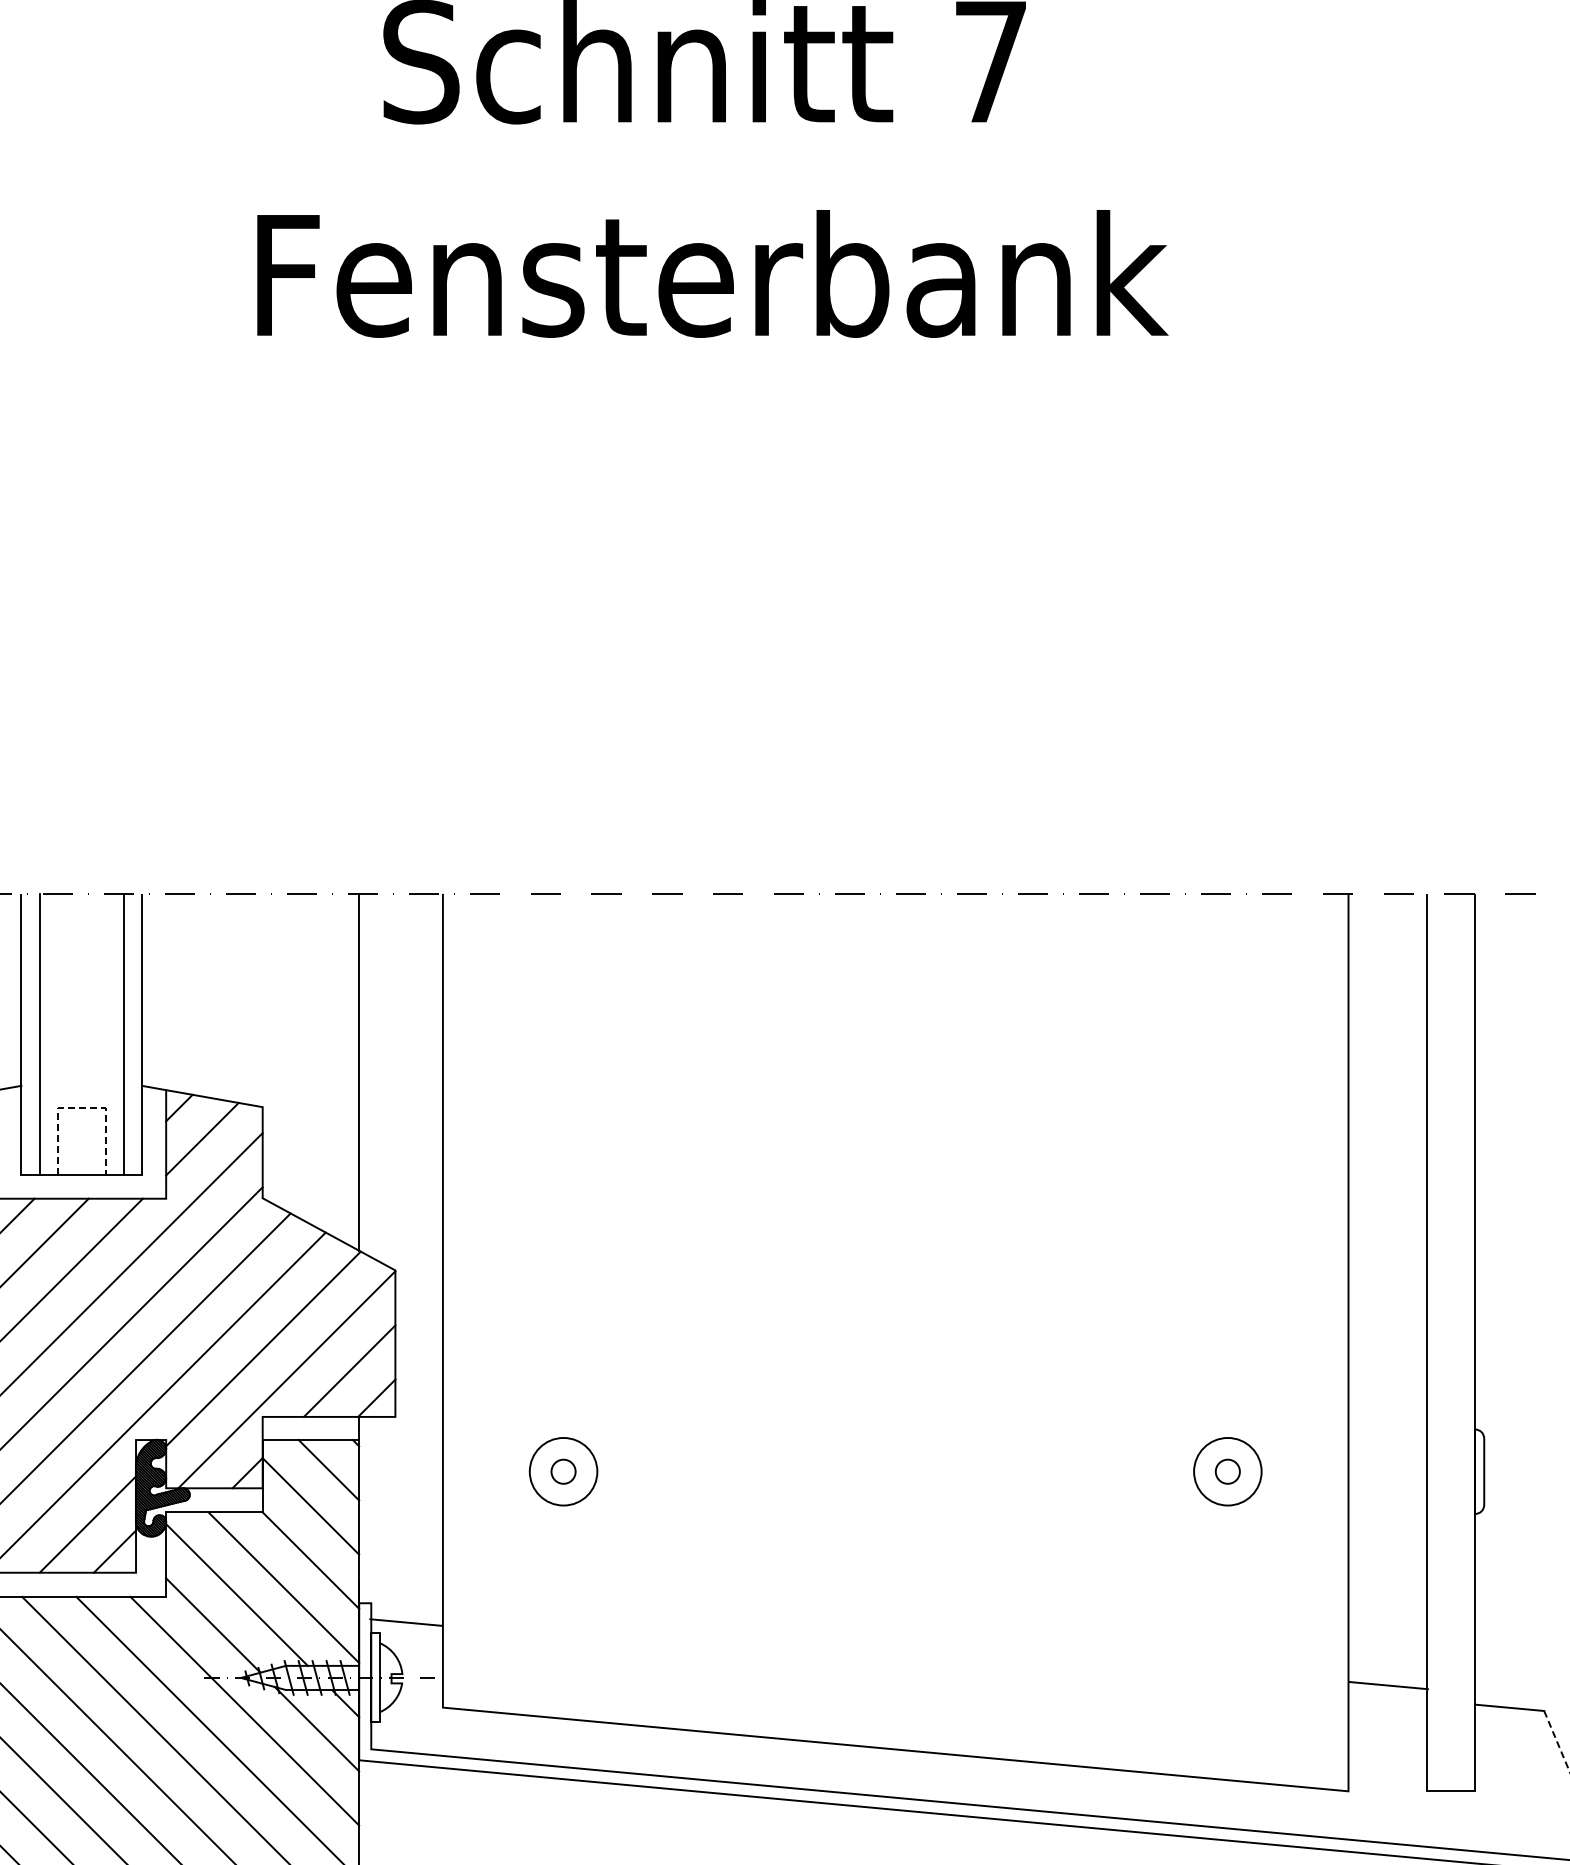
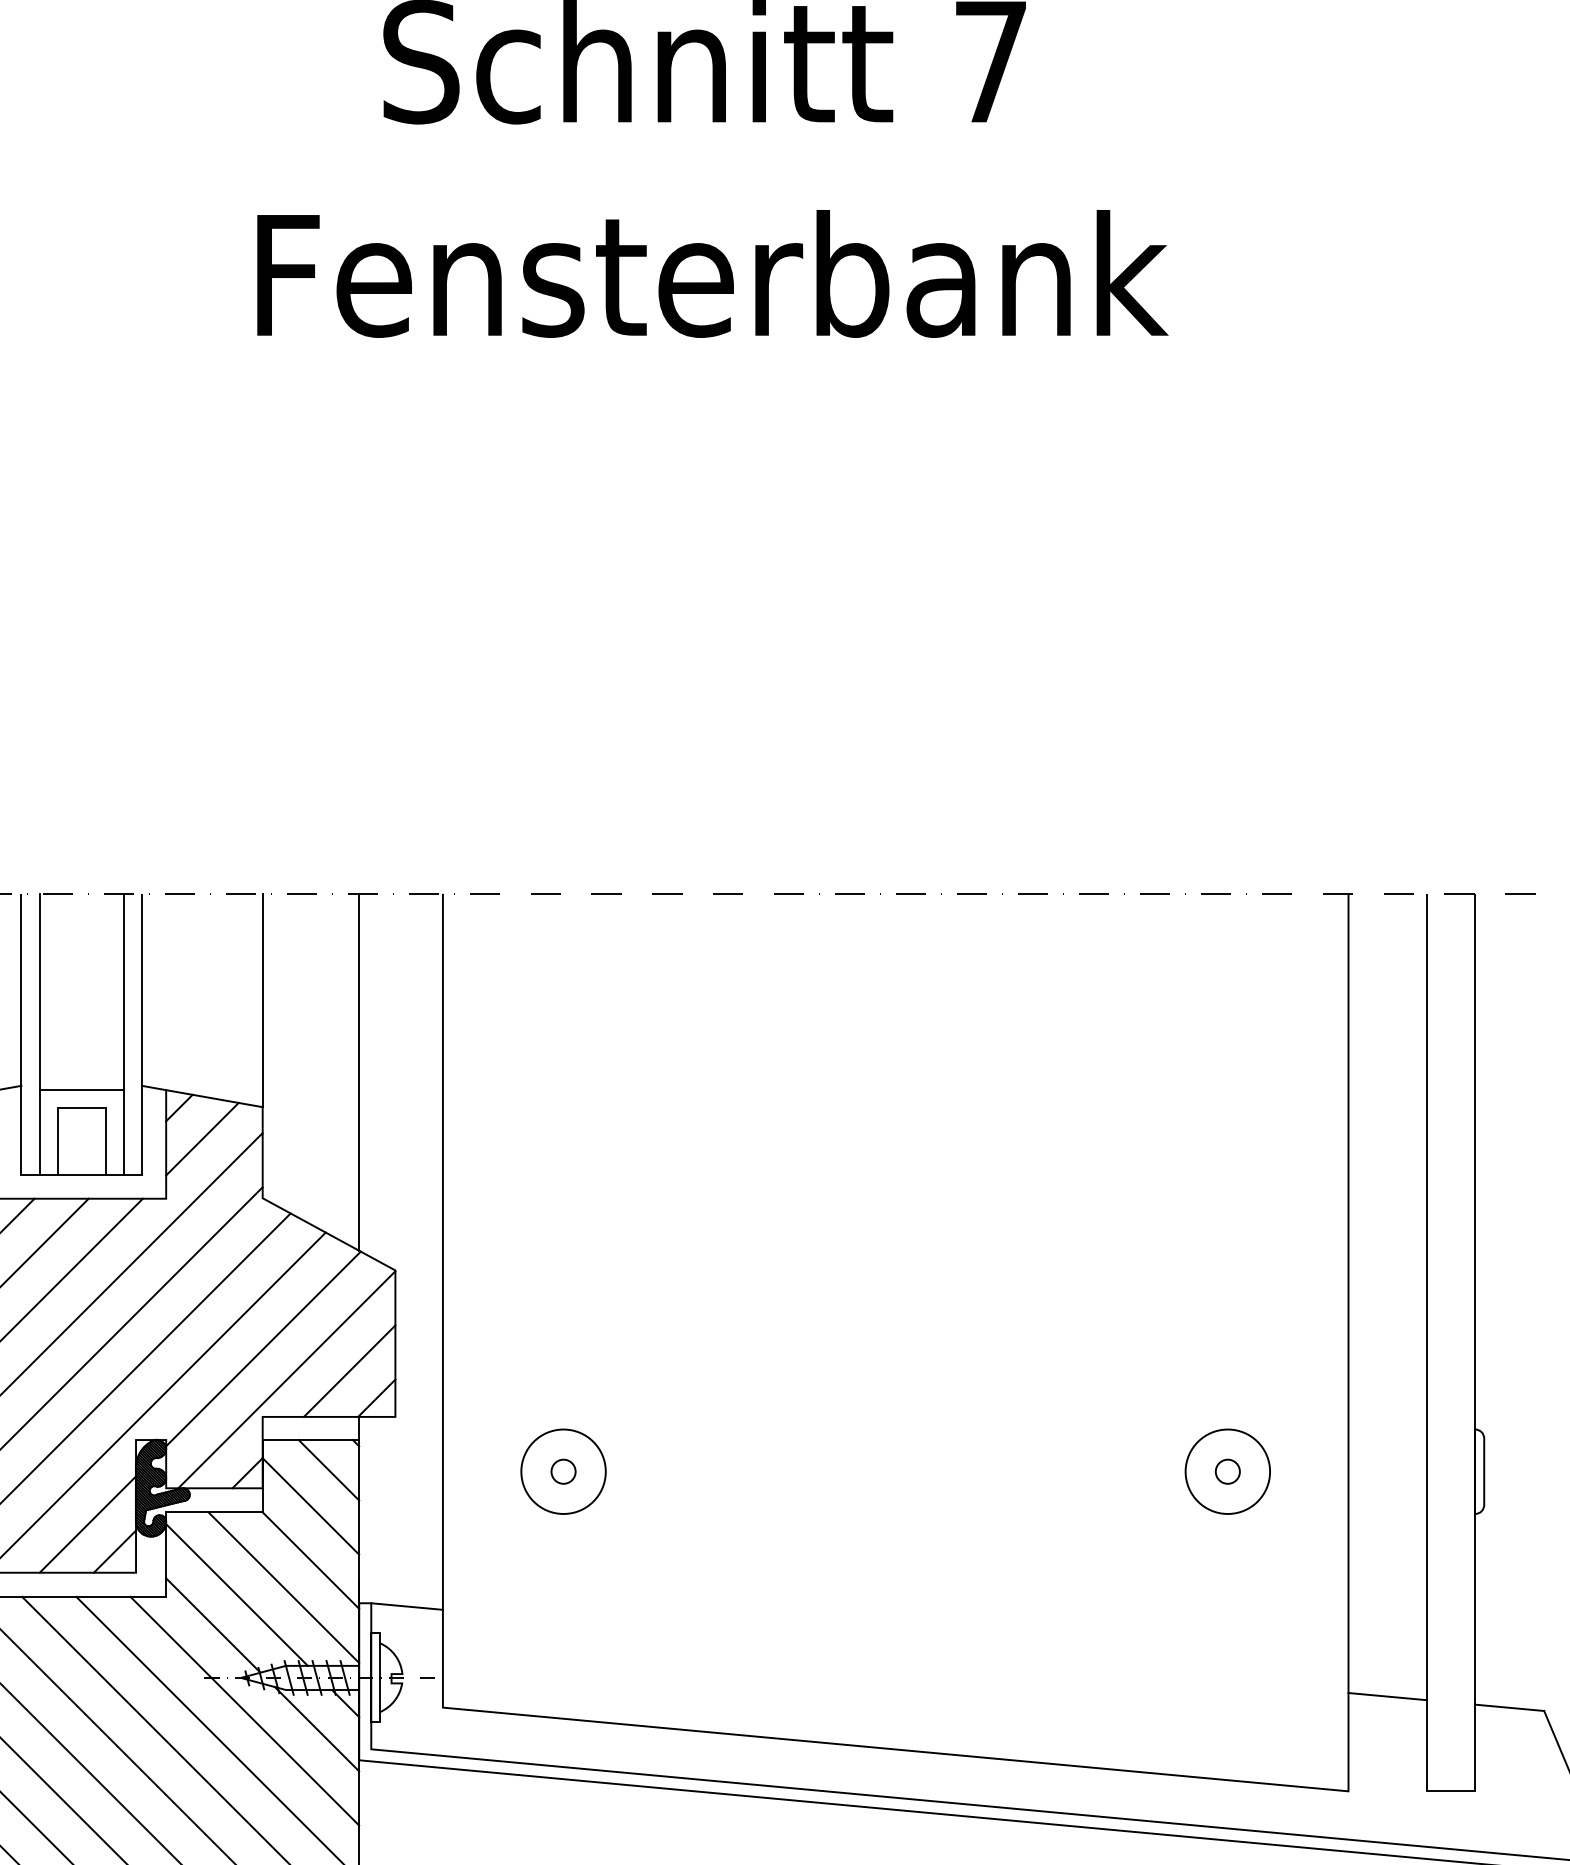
line at (262, 1000): none -> present
line at (81, 1090): none -> present
line at (82, 1108): dashed -> solid
circle at (563, 1471) diameter: 68 px -> 84 px
circle at (1227, 1471) diameter: 68 px -> 84 px
line at (405, 1622) position: (405, 1622) -> (406, 1606)
line at (1388, 1685) position: (1388, 1685) -> (1387, 1696)
line at (1556, 1741): dashed -> solid
